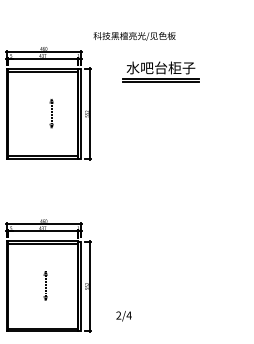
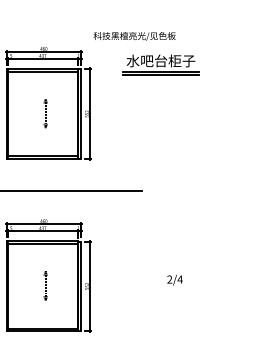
part at (160, 71) position: (160, 71) -> (160, 64)
part at (51, 113) position: (51, 113) -> (45, 113)
line at (72, 191): none -> present
text at (123, 316) position: (123, 316) -> (174, 280)
